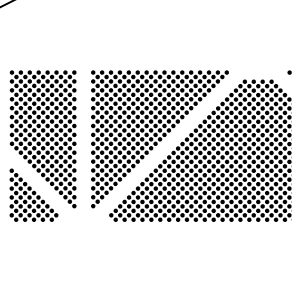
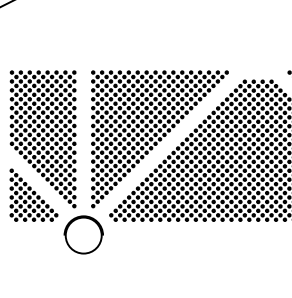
part at (83, 234): none -> present
